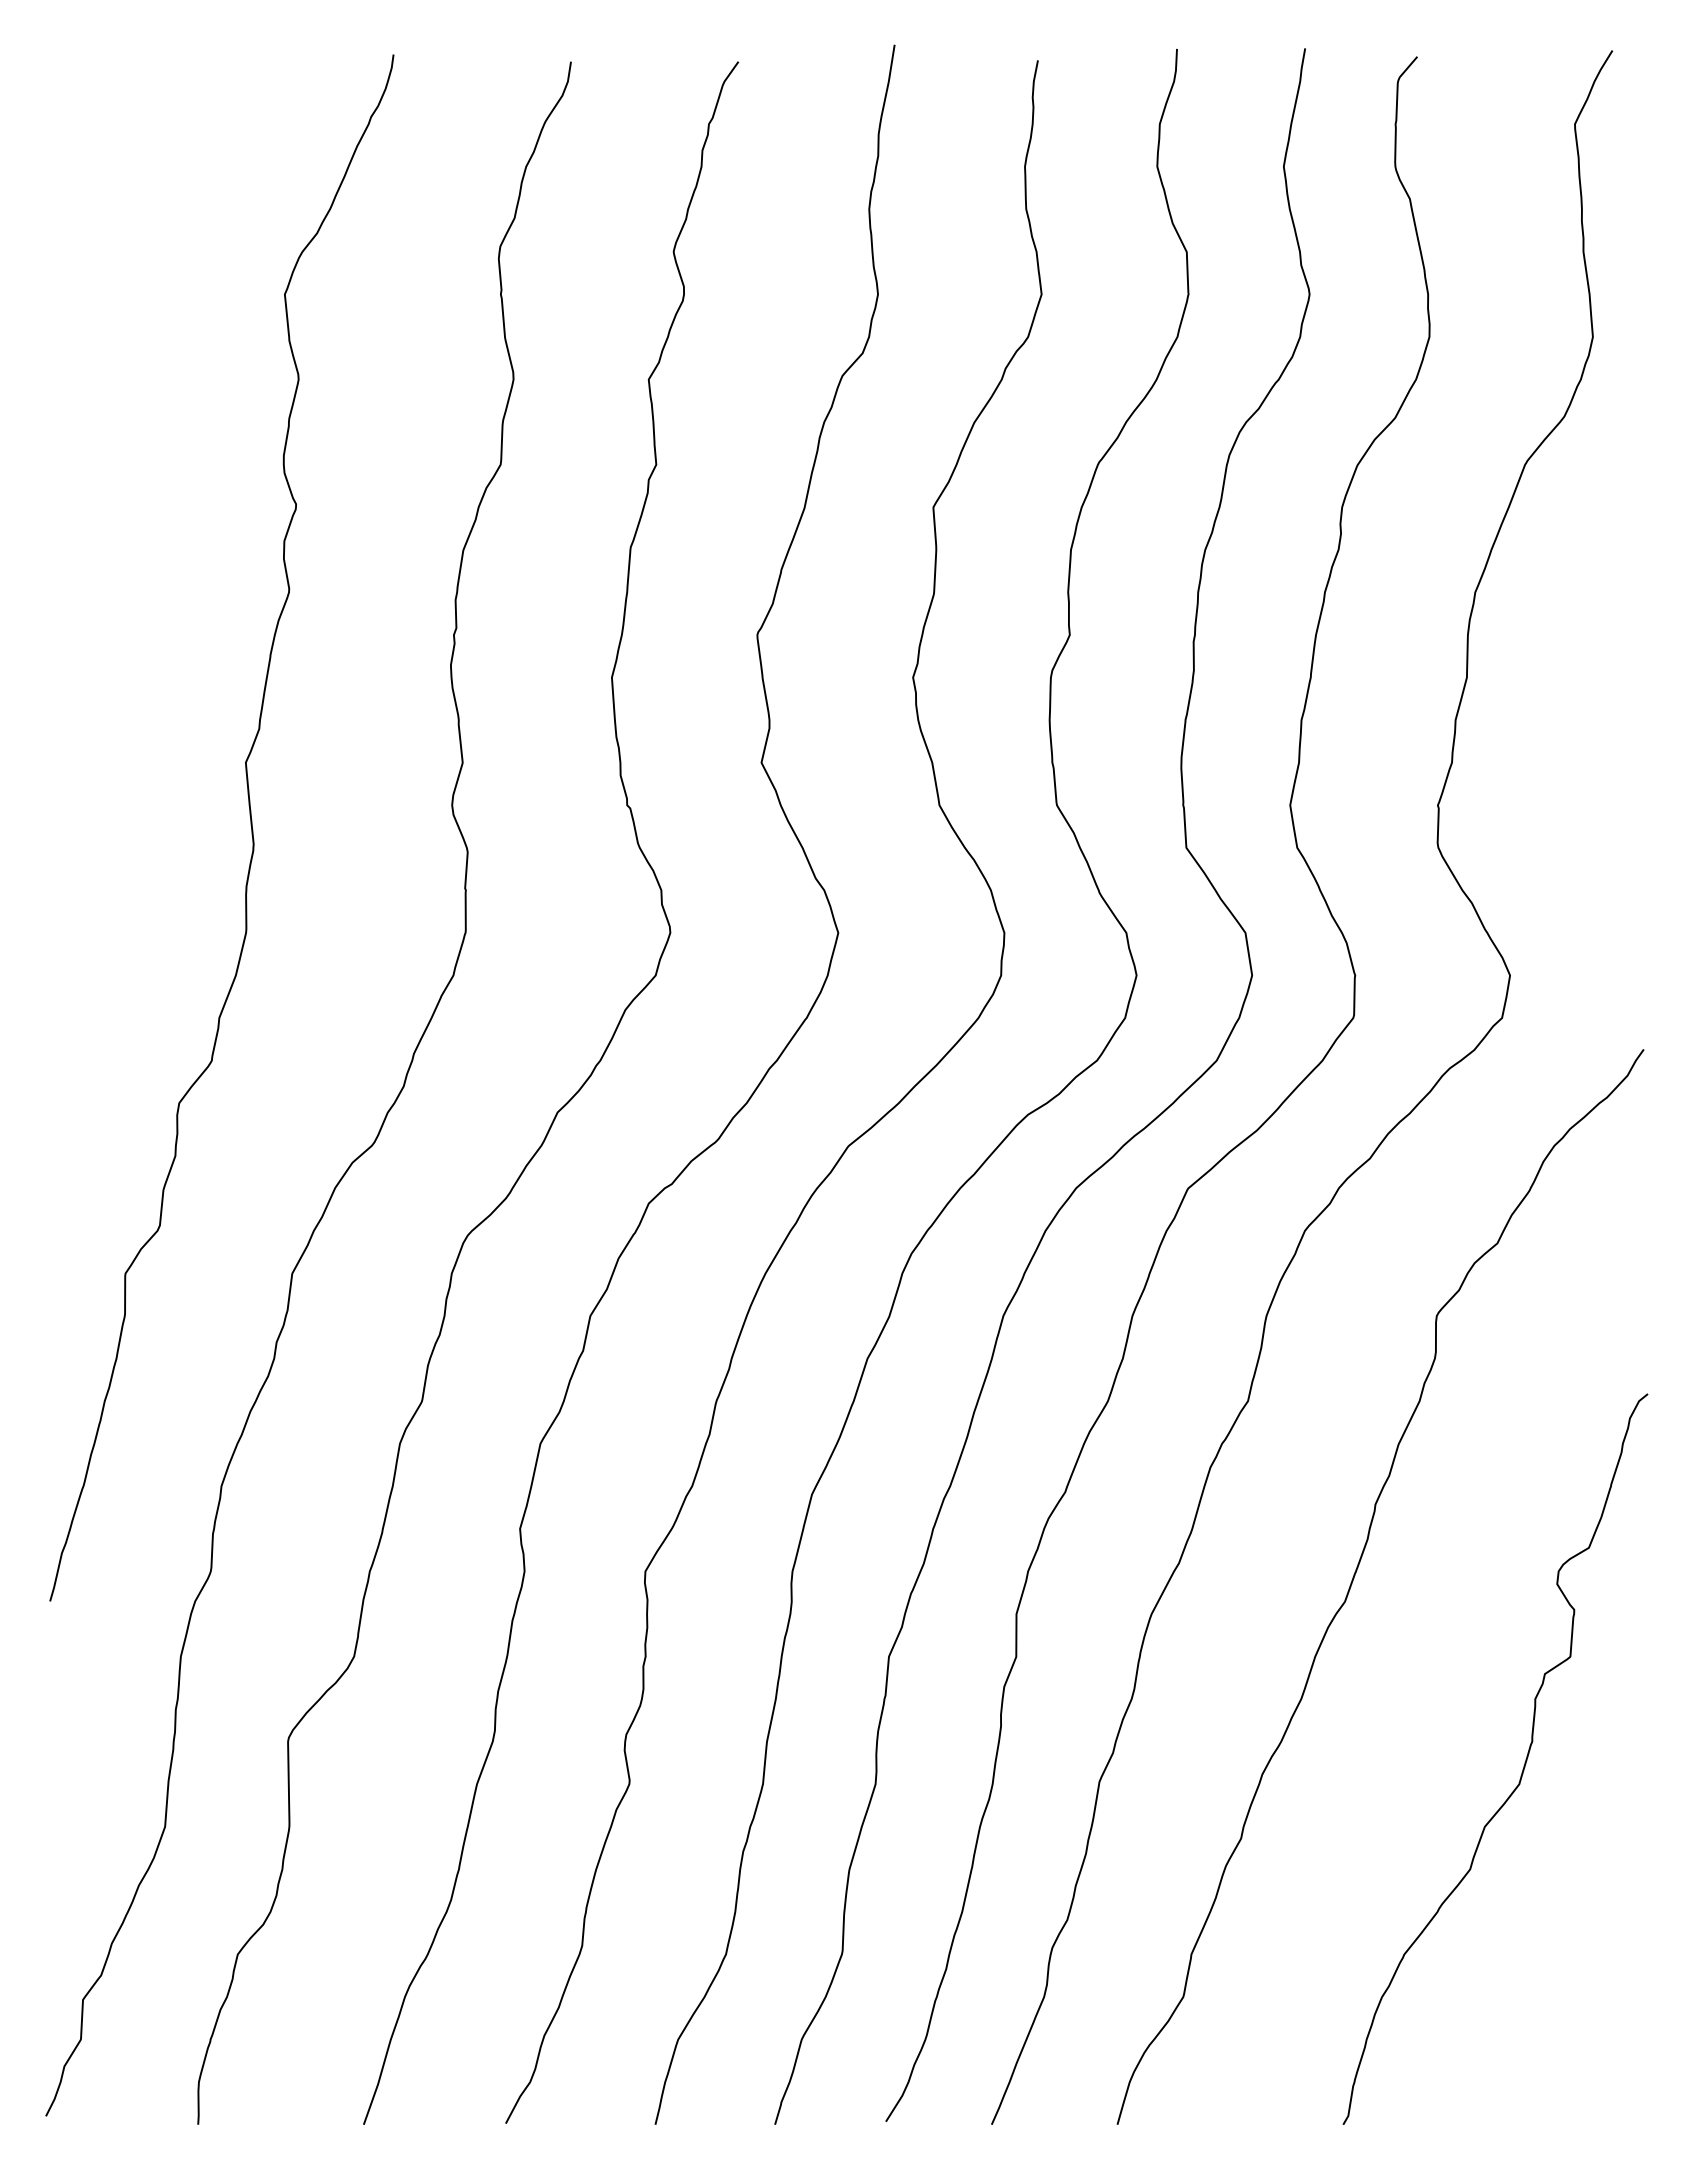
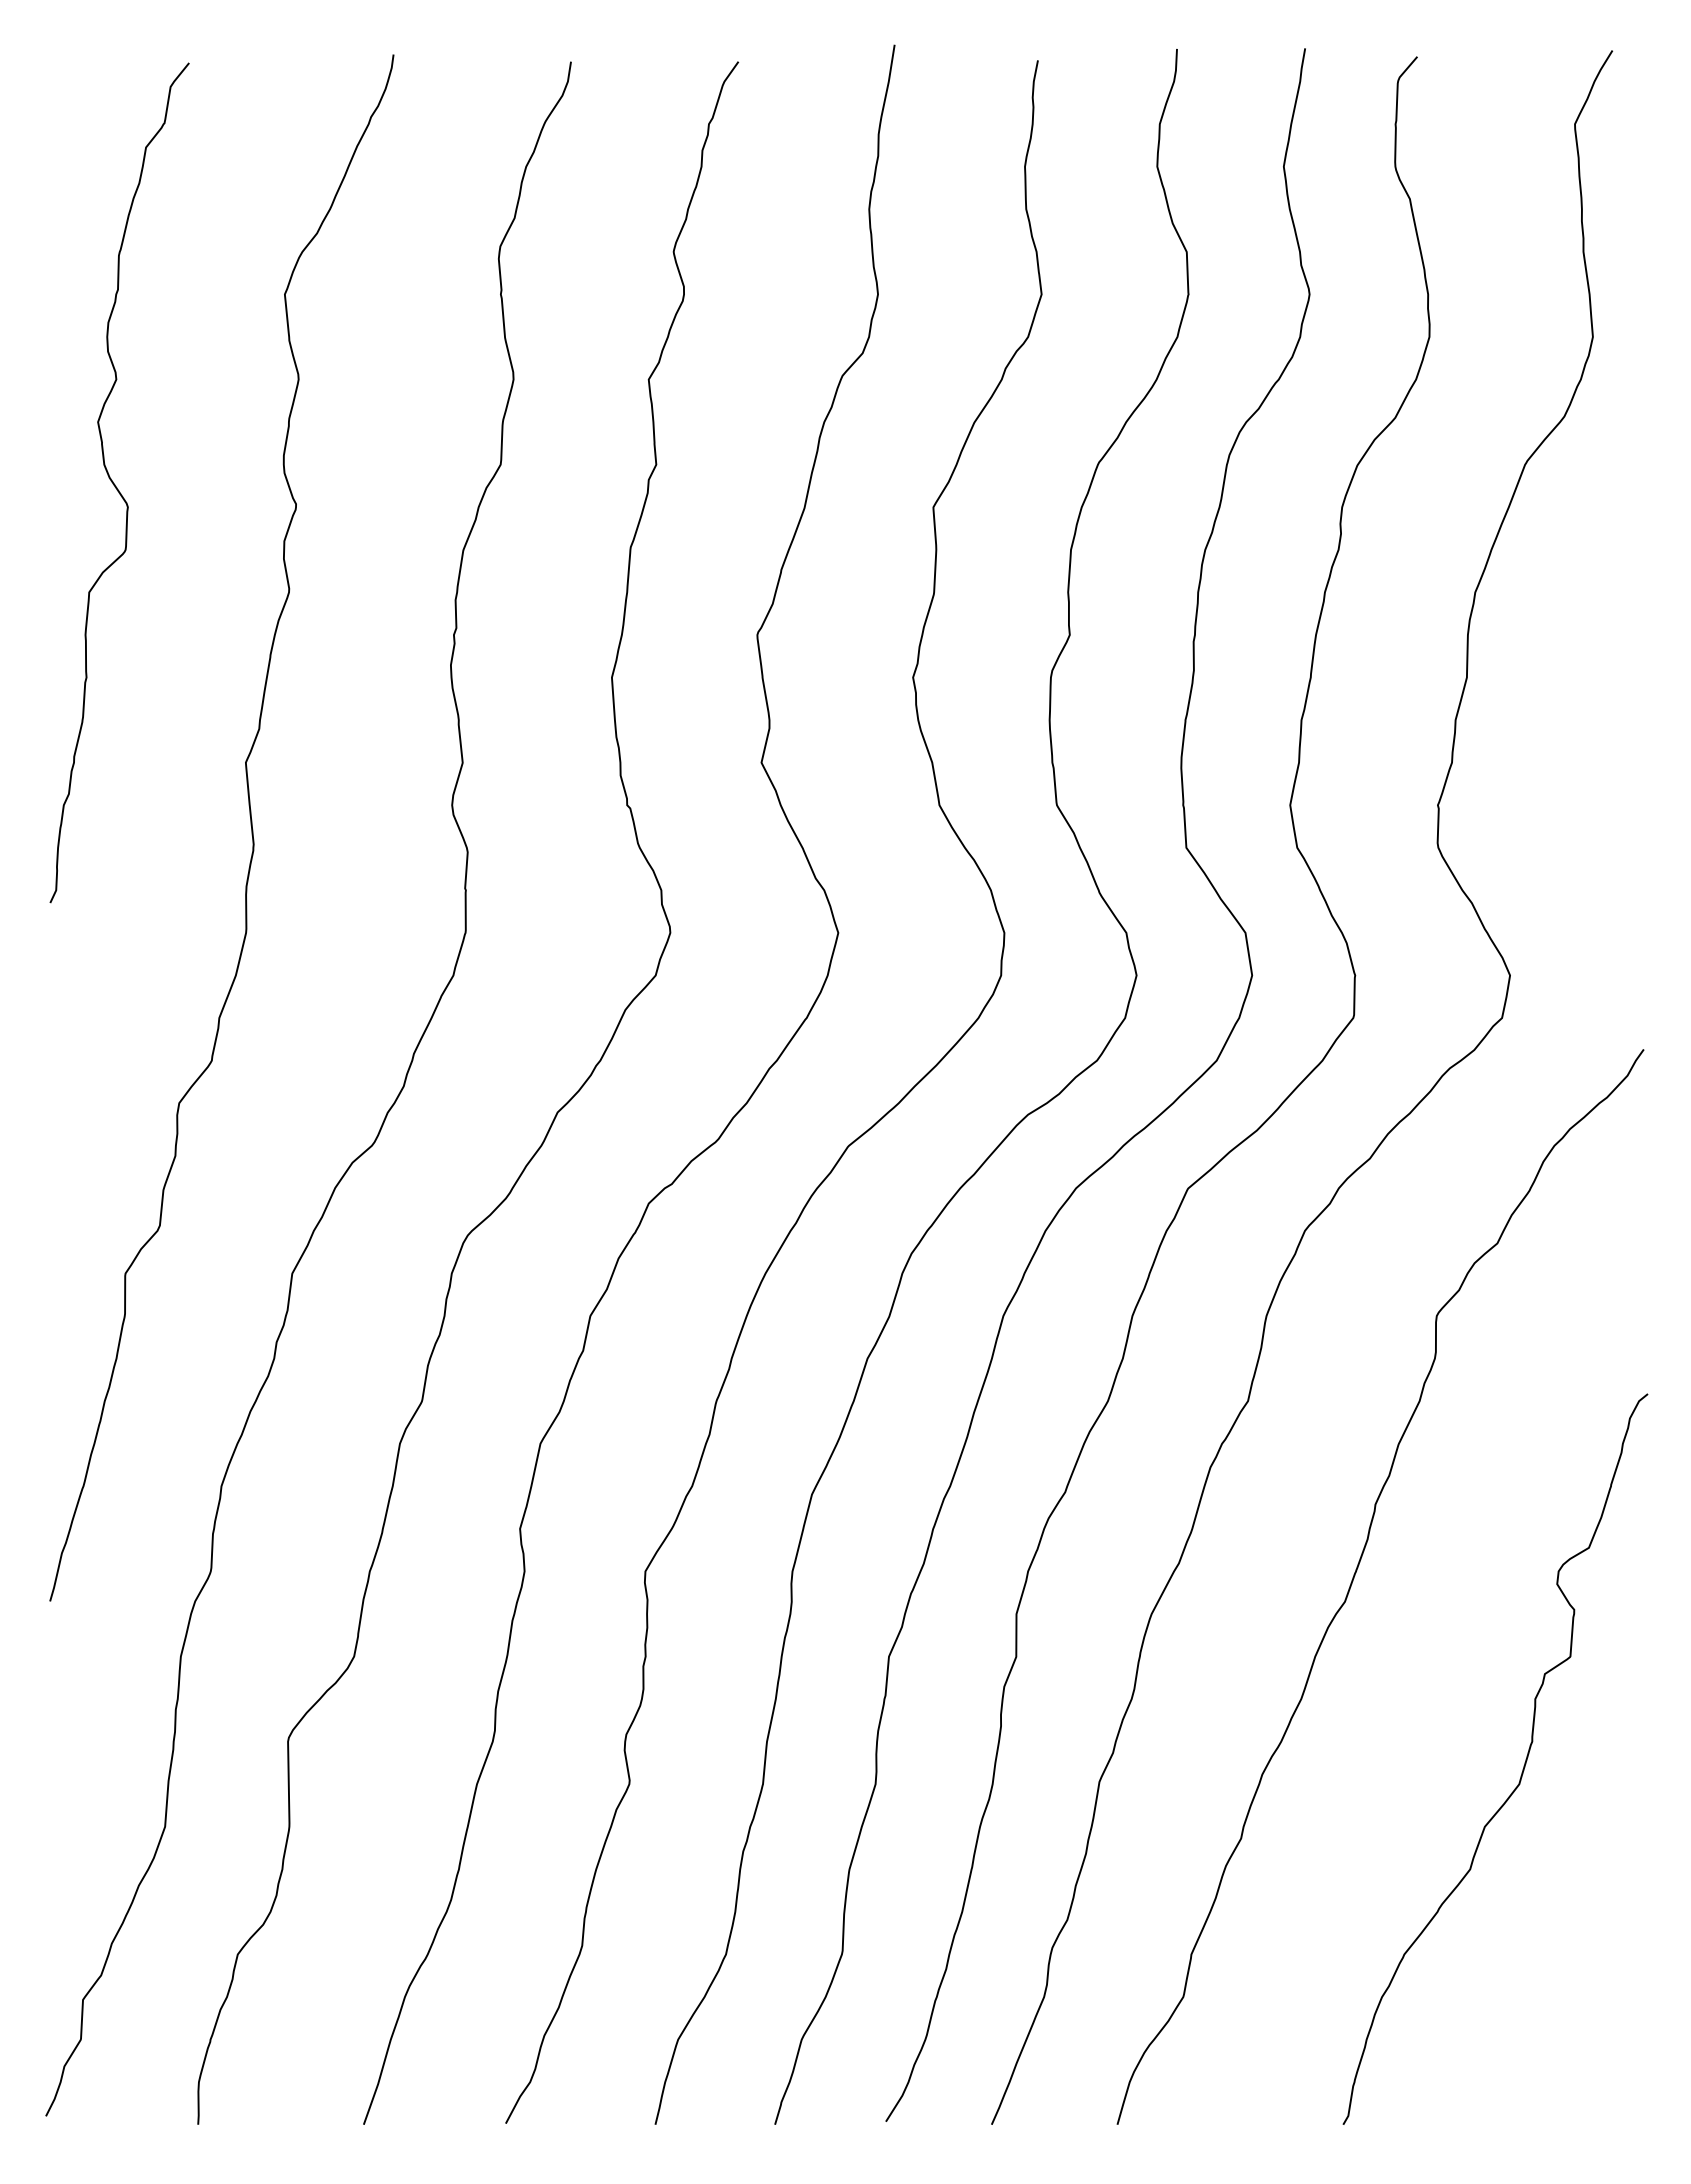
curve at (115, 484): none -> present
